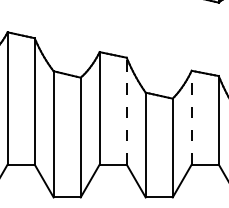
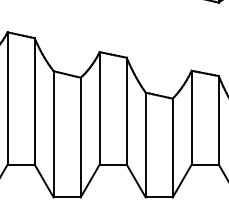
line at (126, 110): dashed -> solid
line at (191, 117): dashed -> solid
